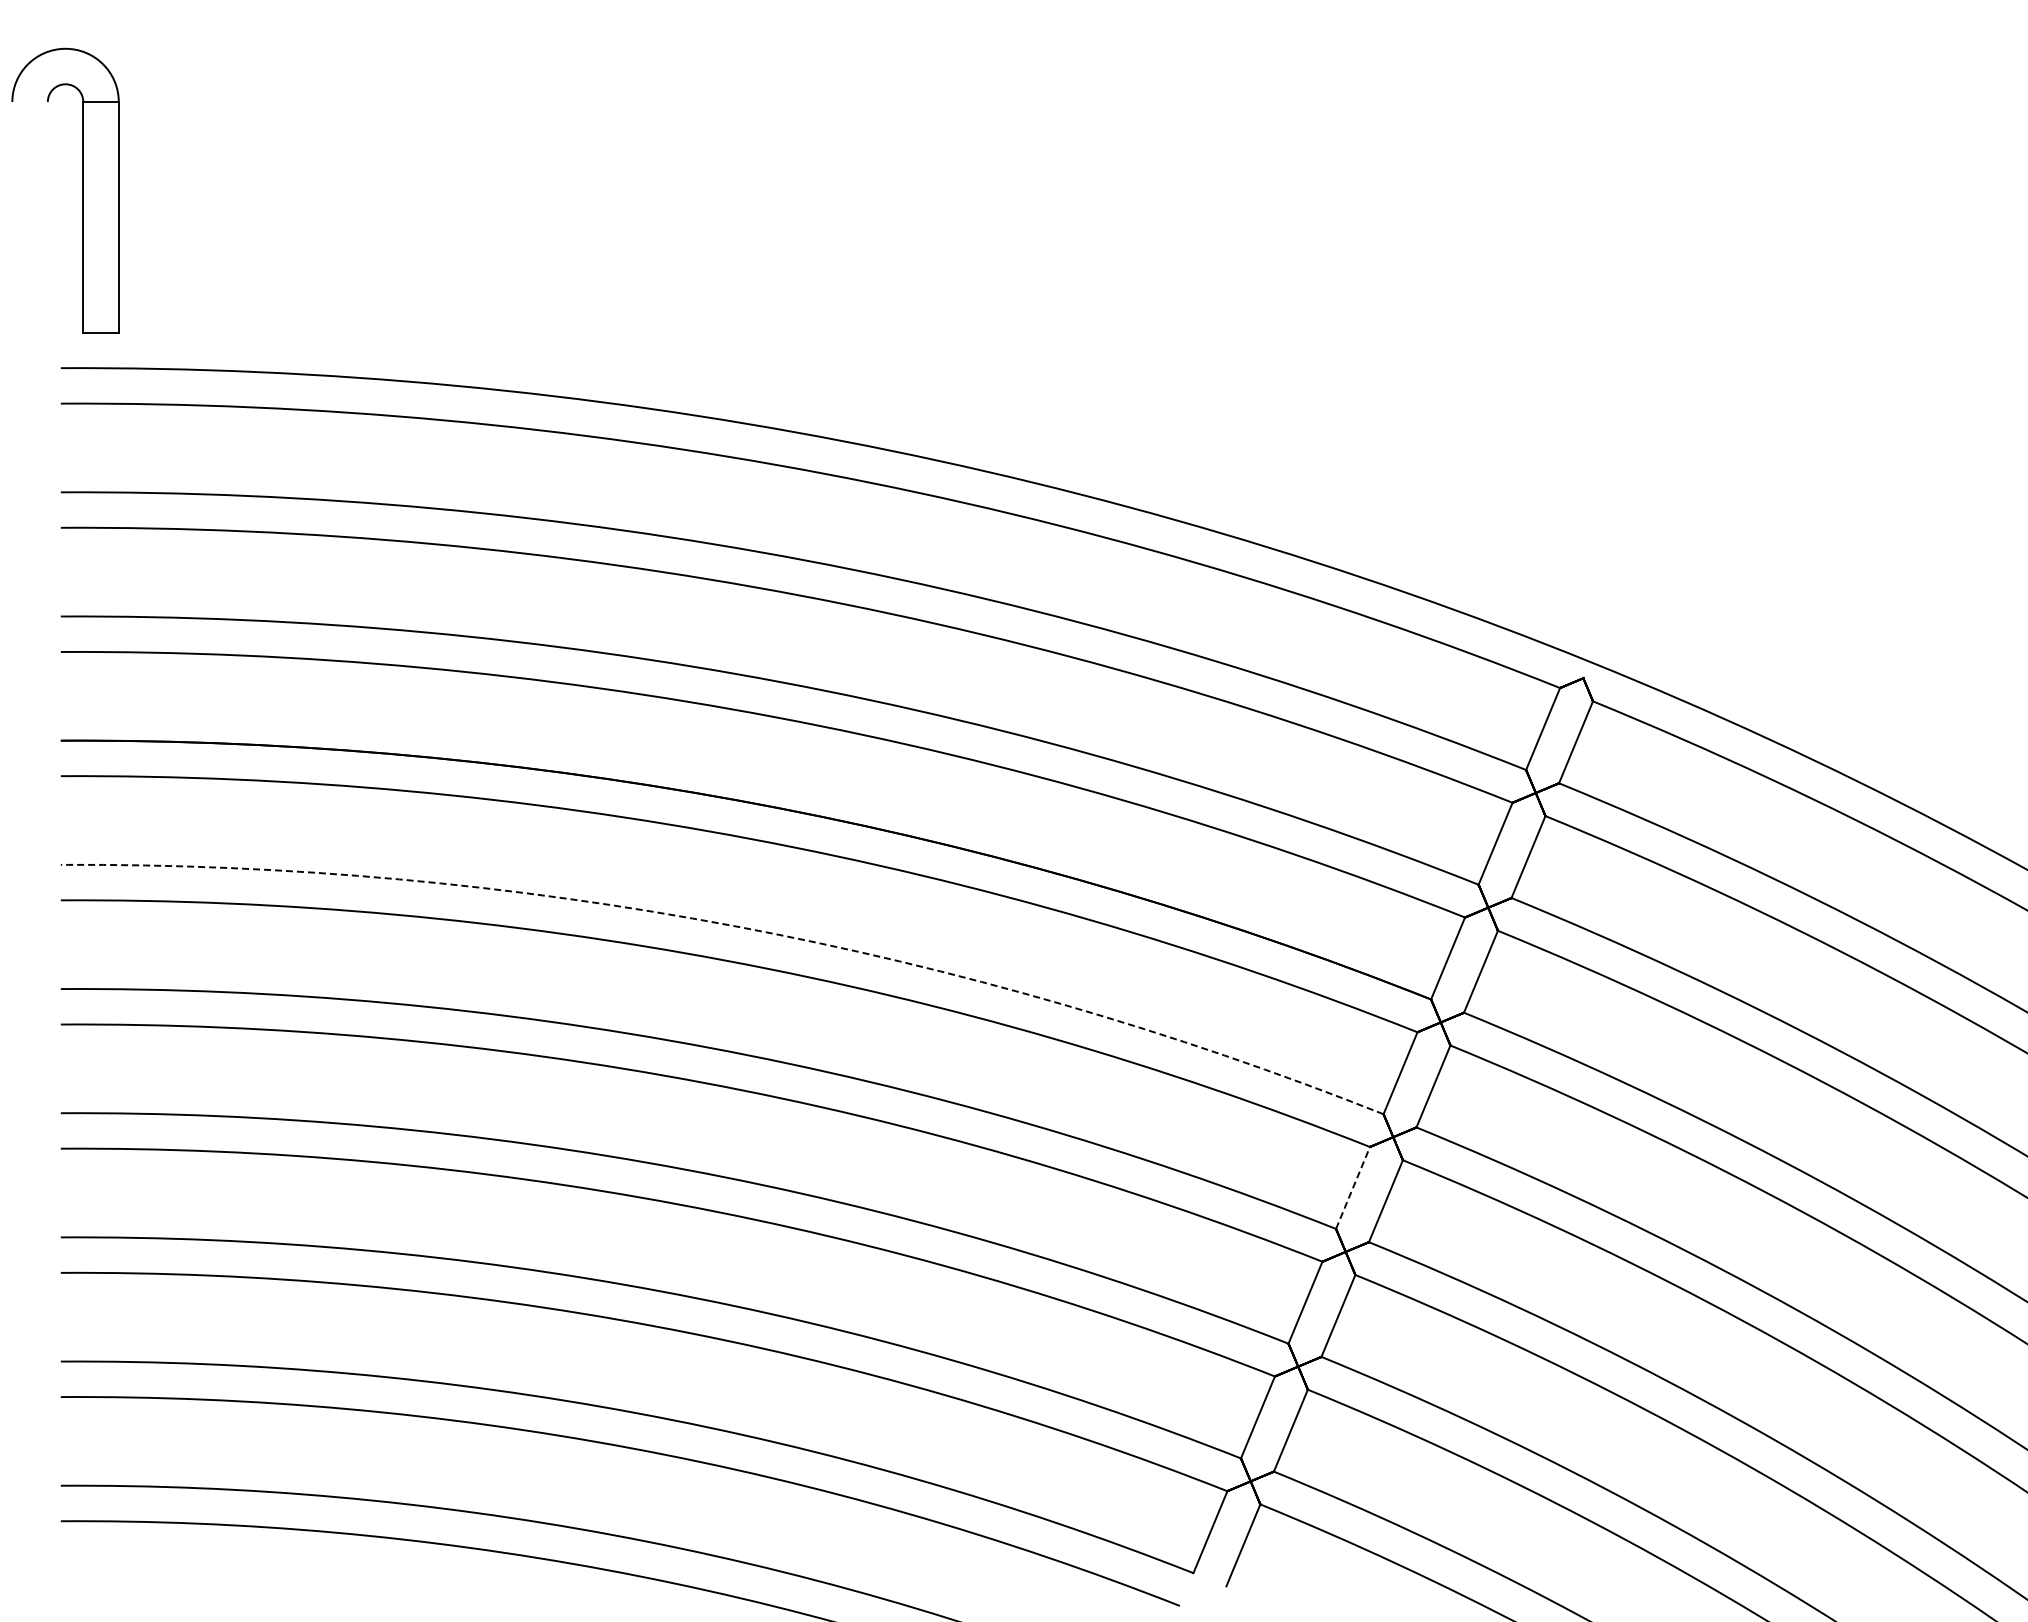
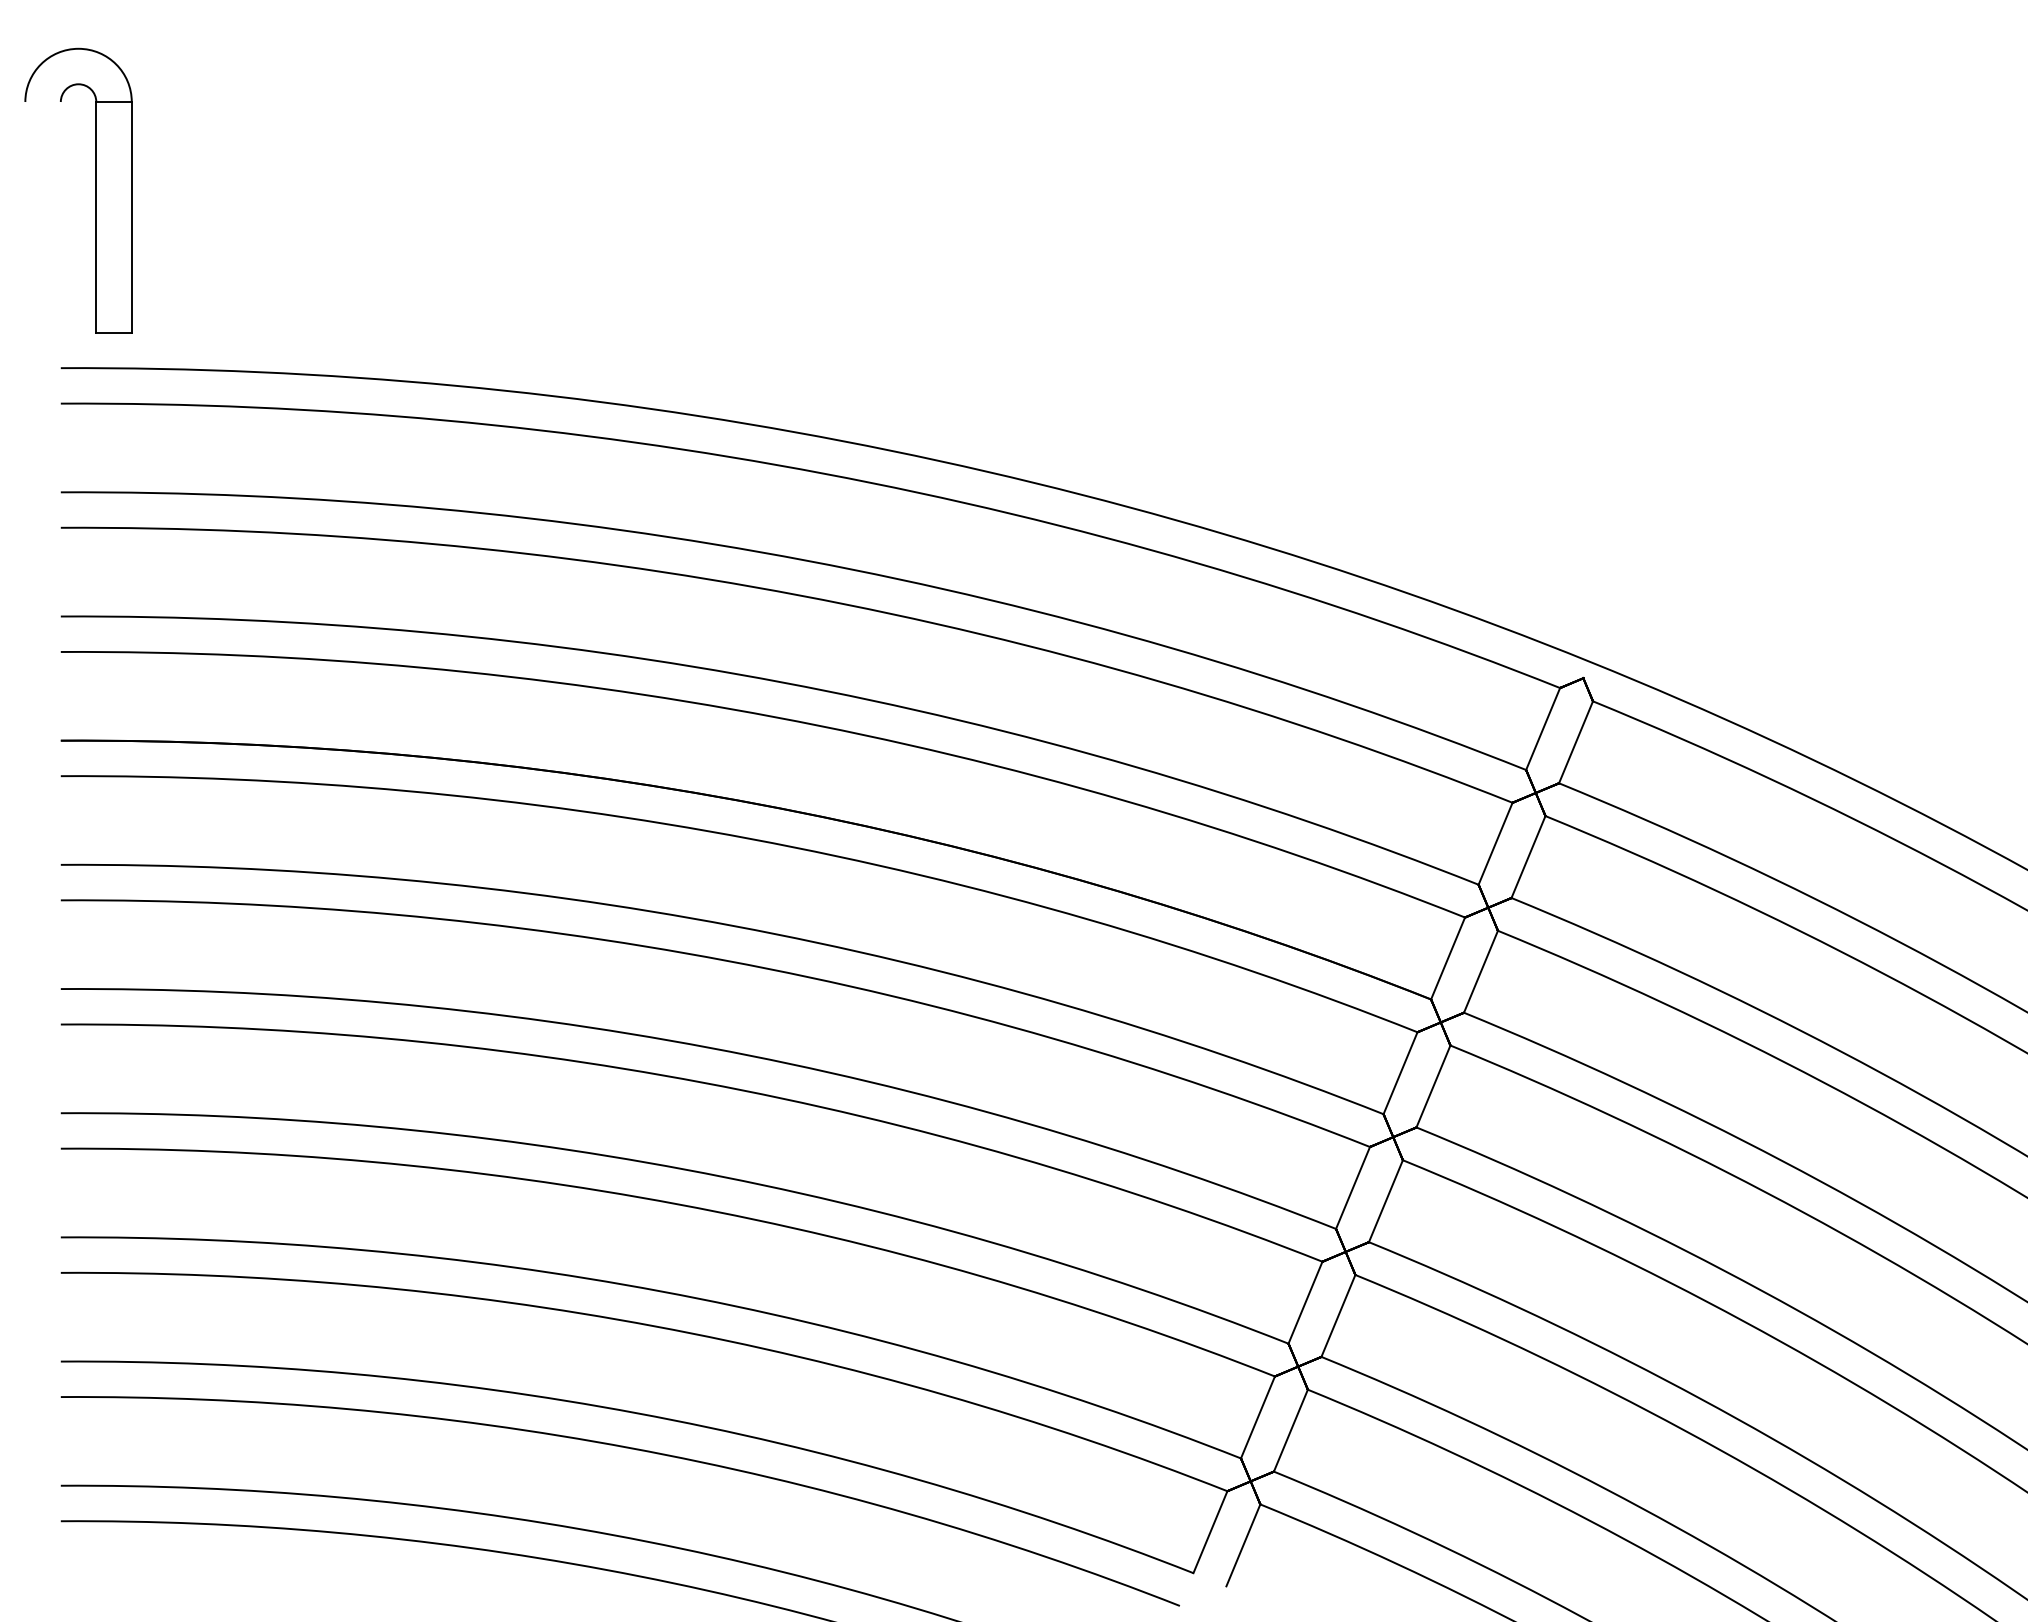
part at (82, 190) position: (82, 190) -> (95, 190)
arc at (734, 926): dashed -> solid
line at (1353, 1187): dashed -> solid
